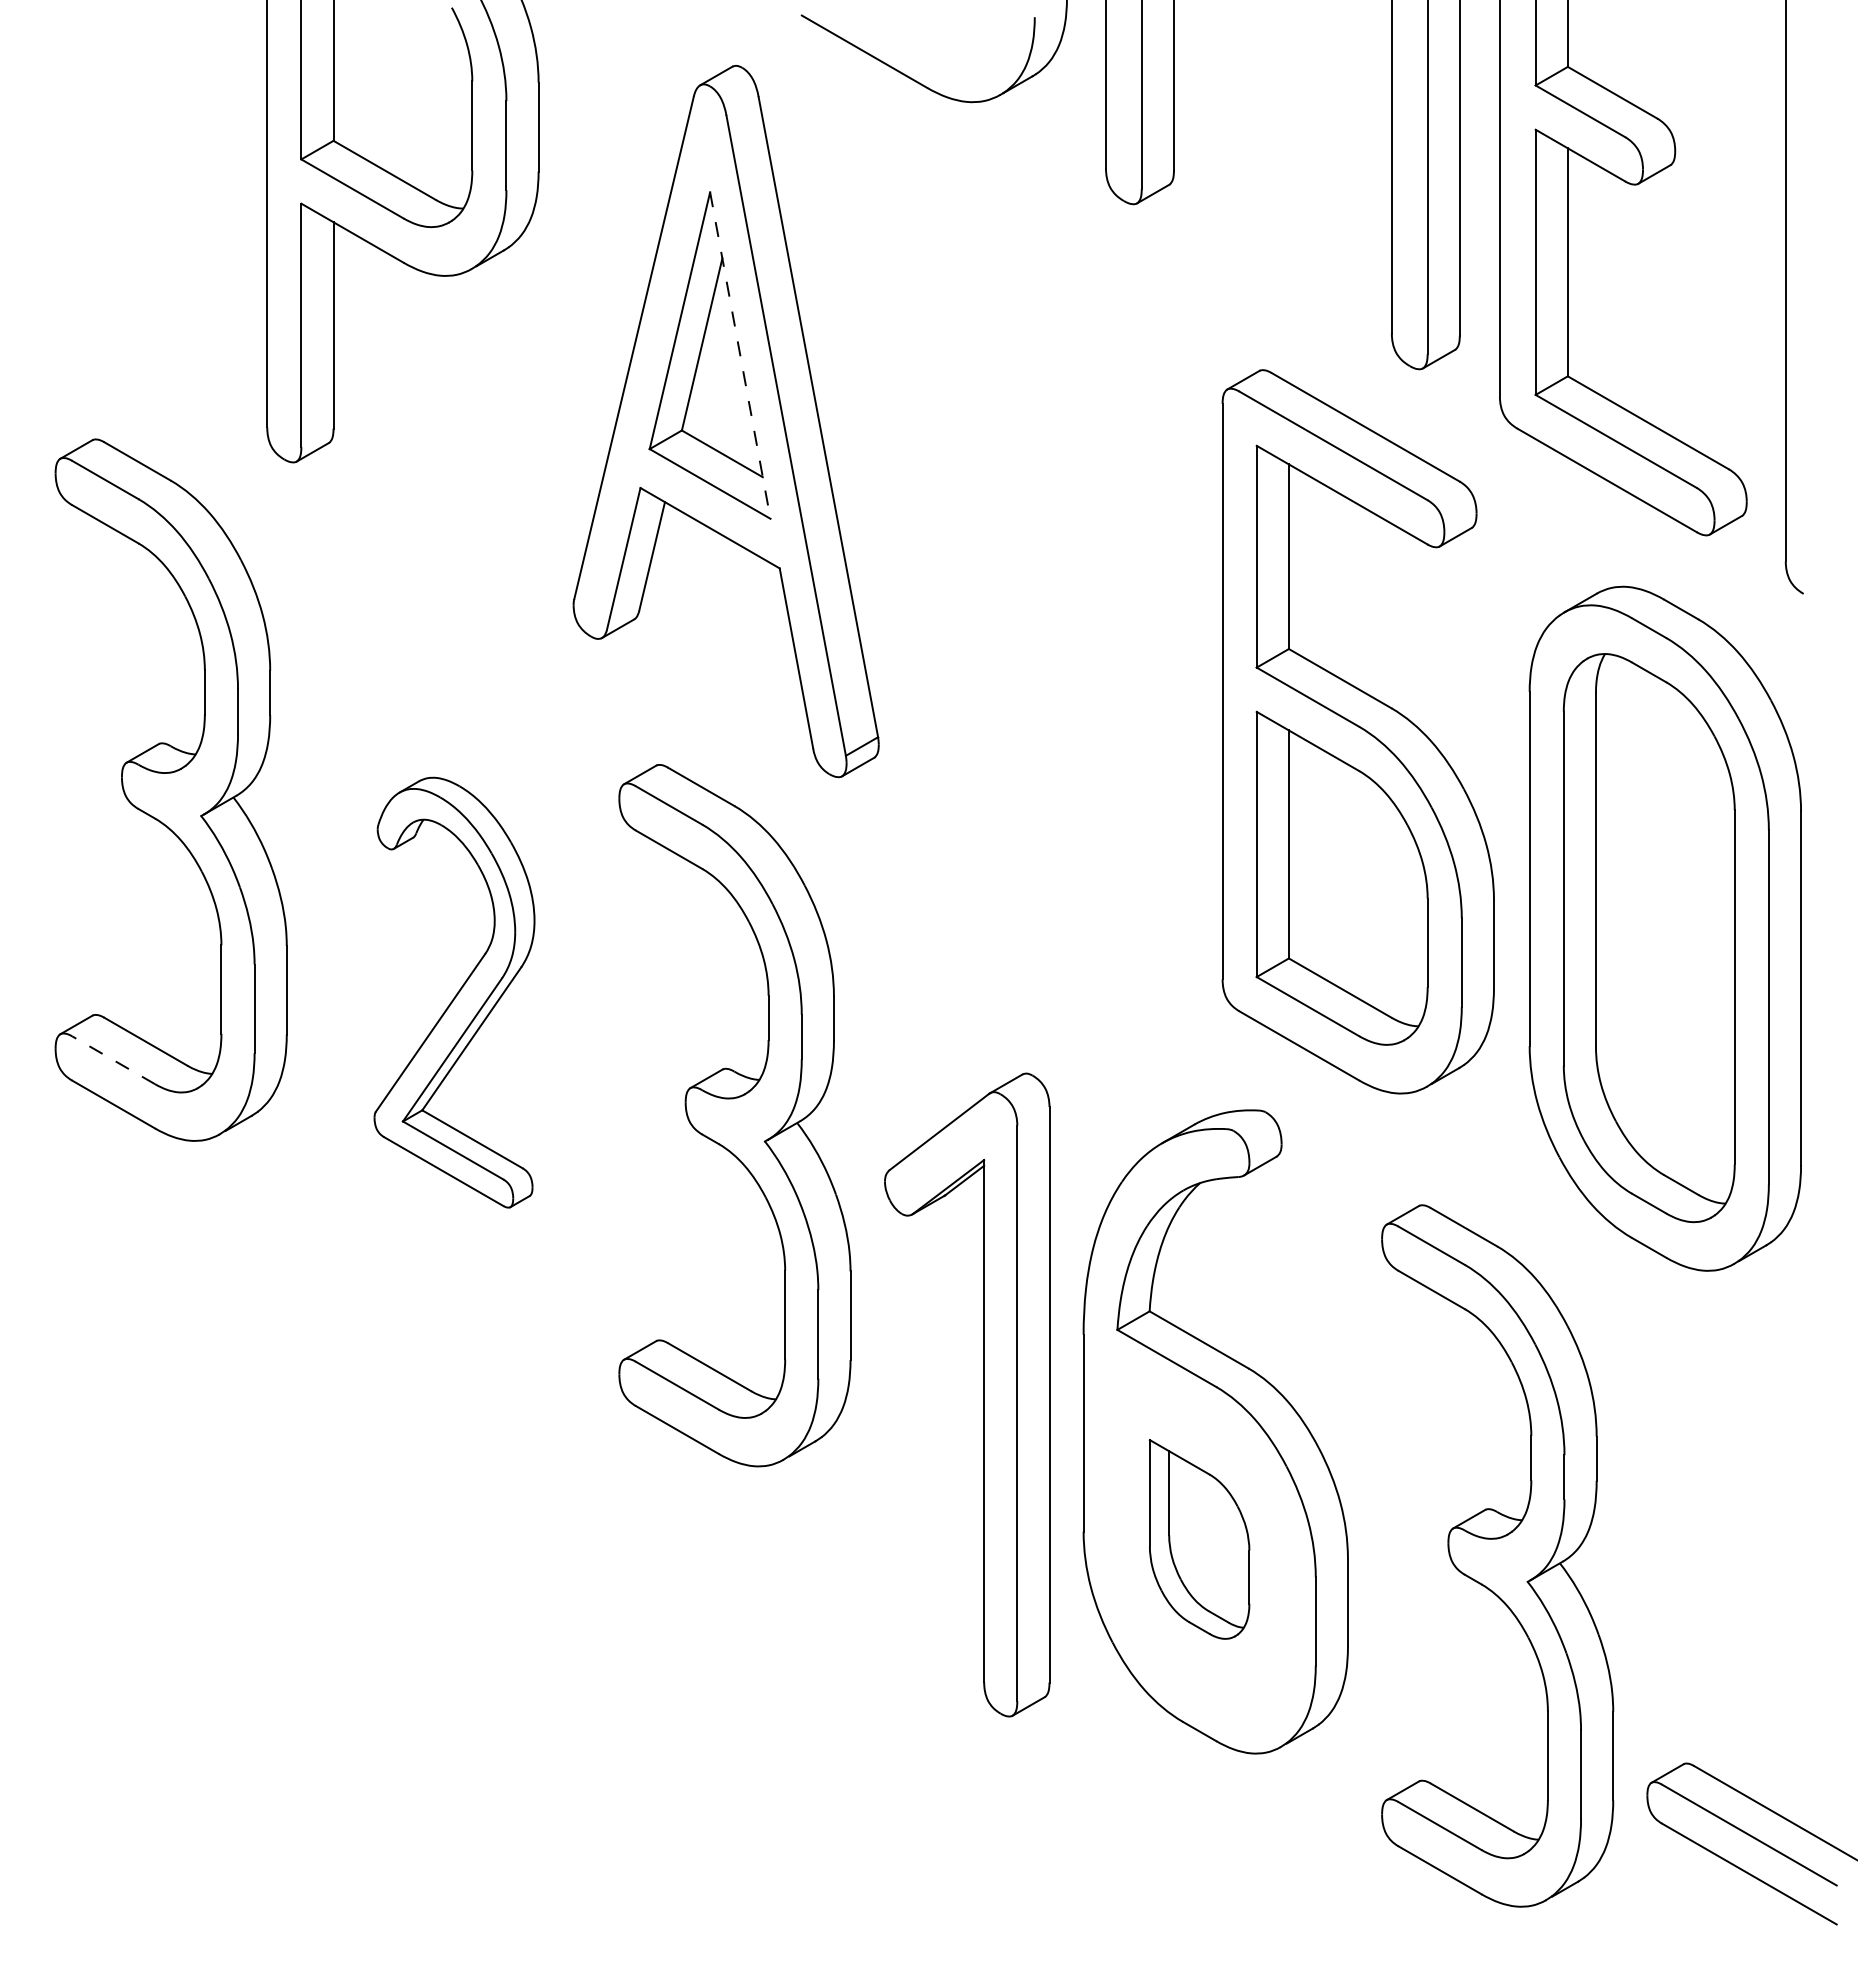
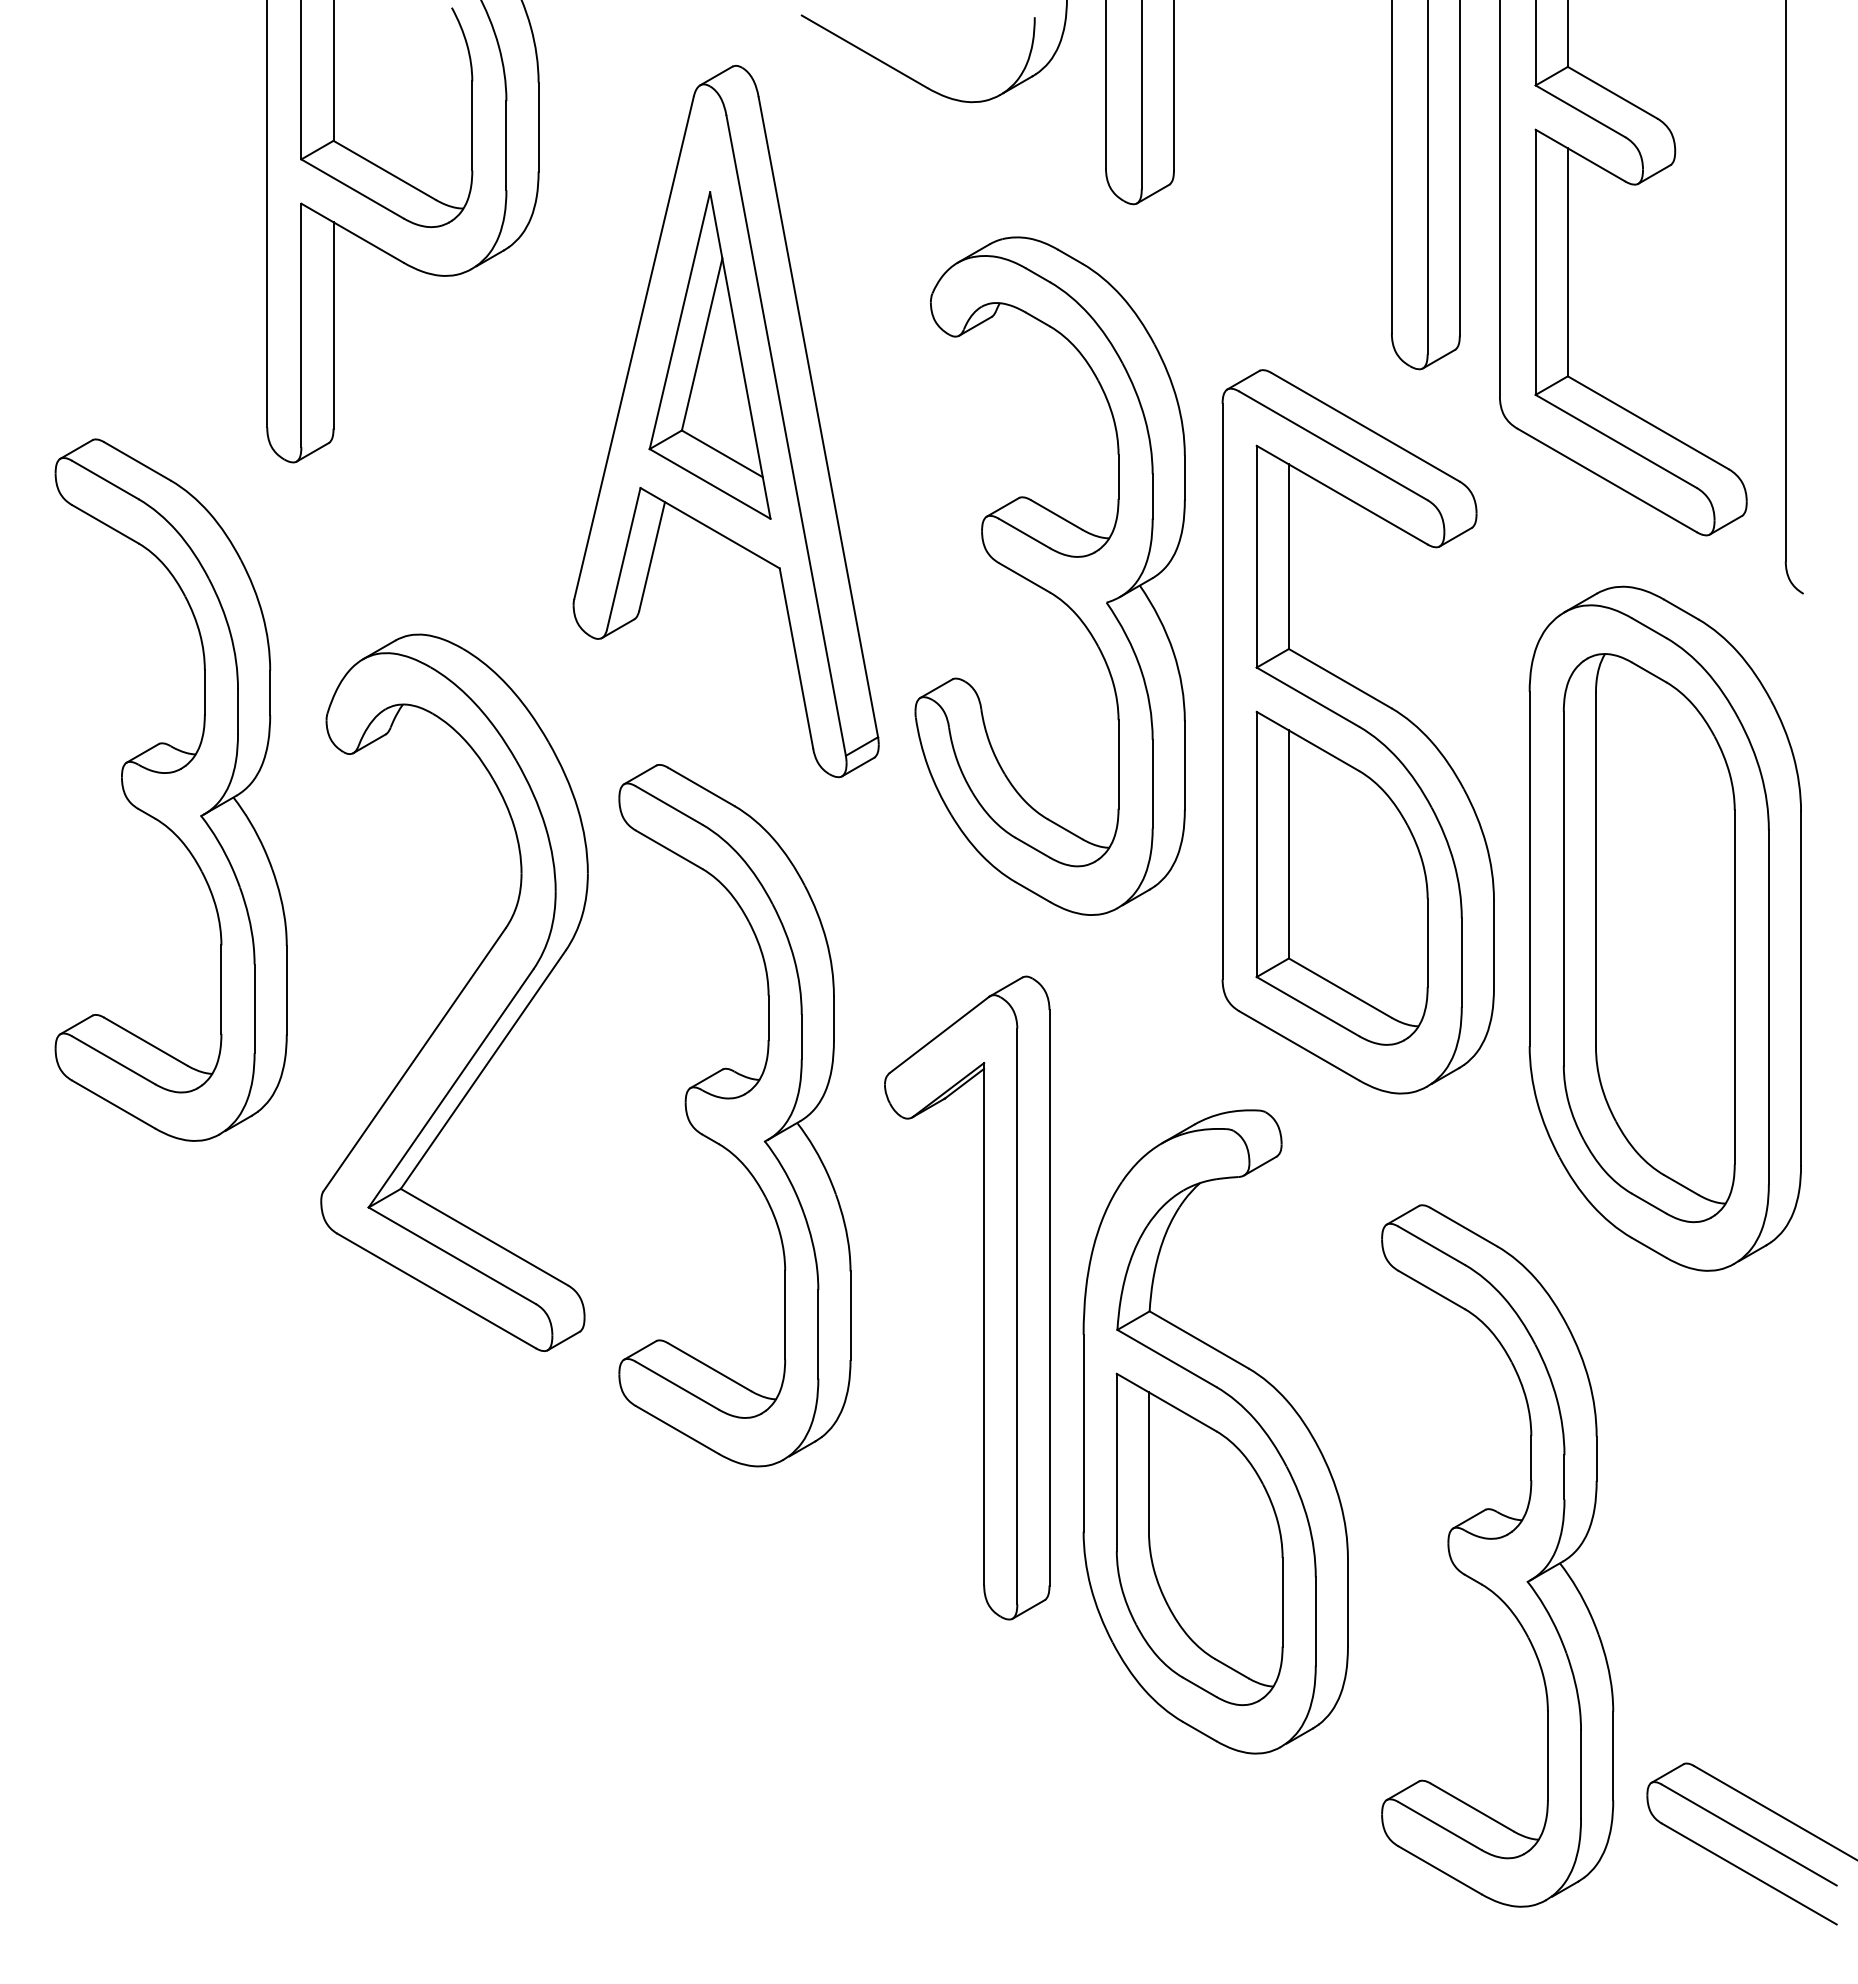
line at (740, 356): dashed -> solid
part at (1049, 575): none -> present
part at (454, 992) size: 163x433 px -> 269x719 px
line at (113, 1060): dashed -> solid
part at (983, 1394) position: (983, 1394) -> (983, 1297)
part at (1199, 1539) size: 103x201 px -> 169x335 px
